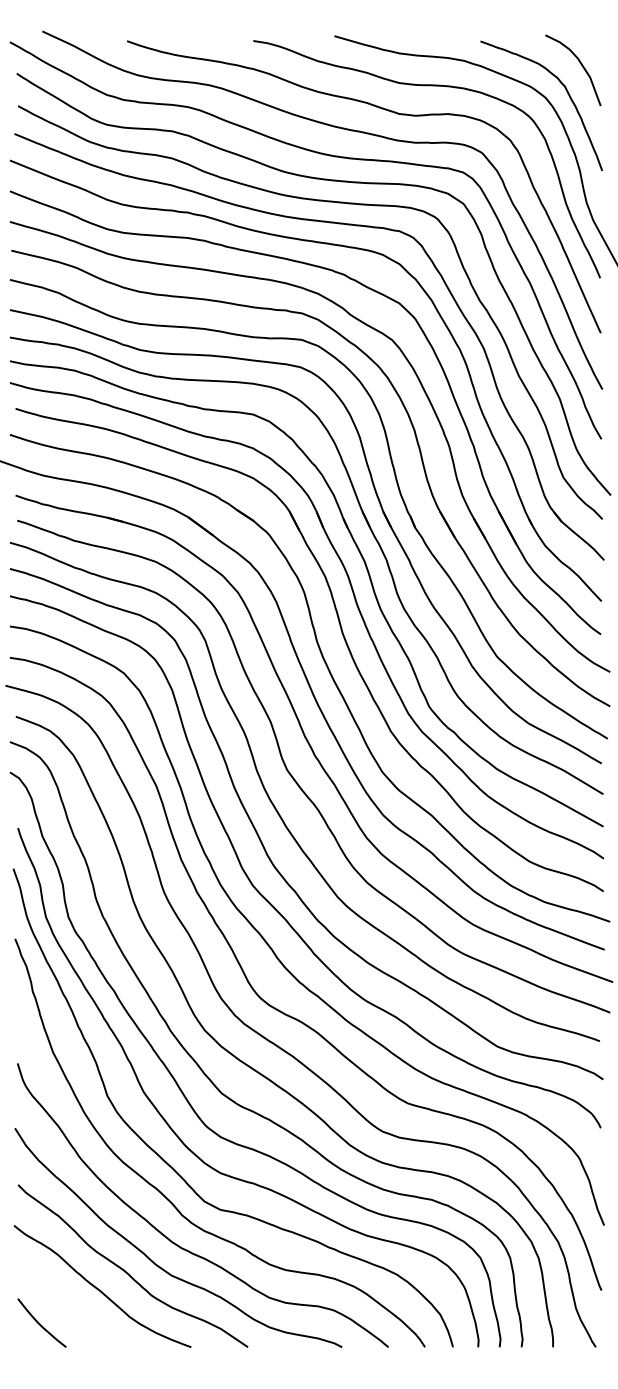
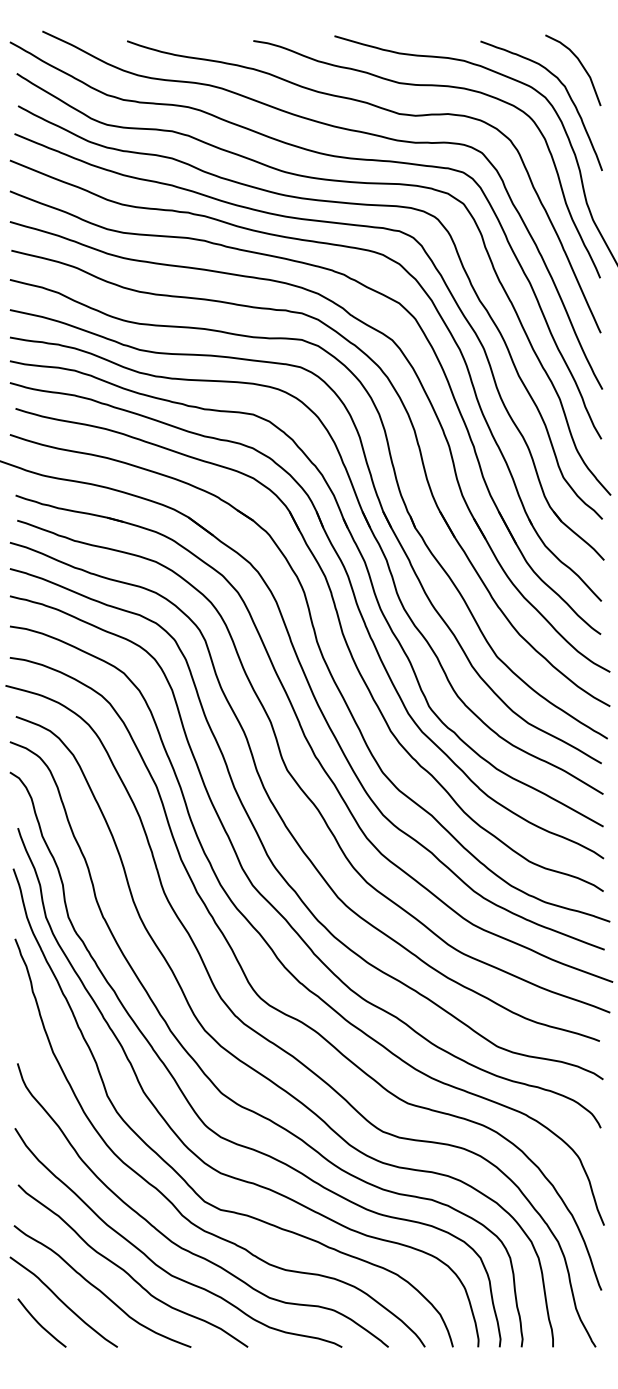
curve at (63, 1301): none -> present
